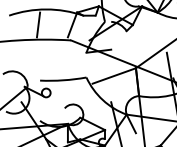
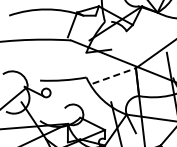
line at (38, 24): present -> none
line at (114, 75): solid -> dashed
